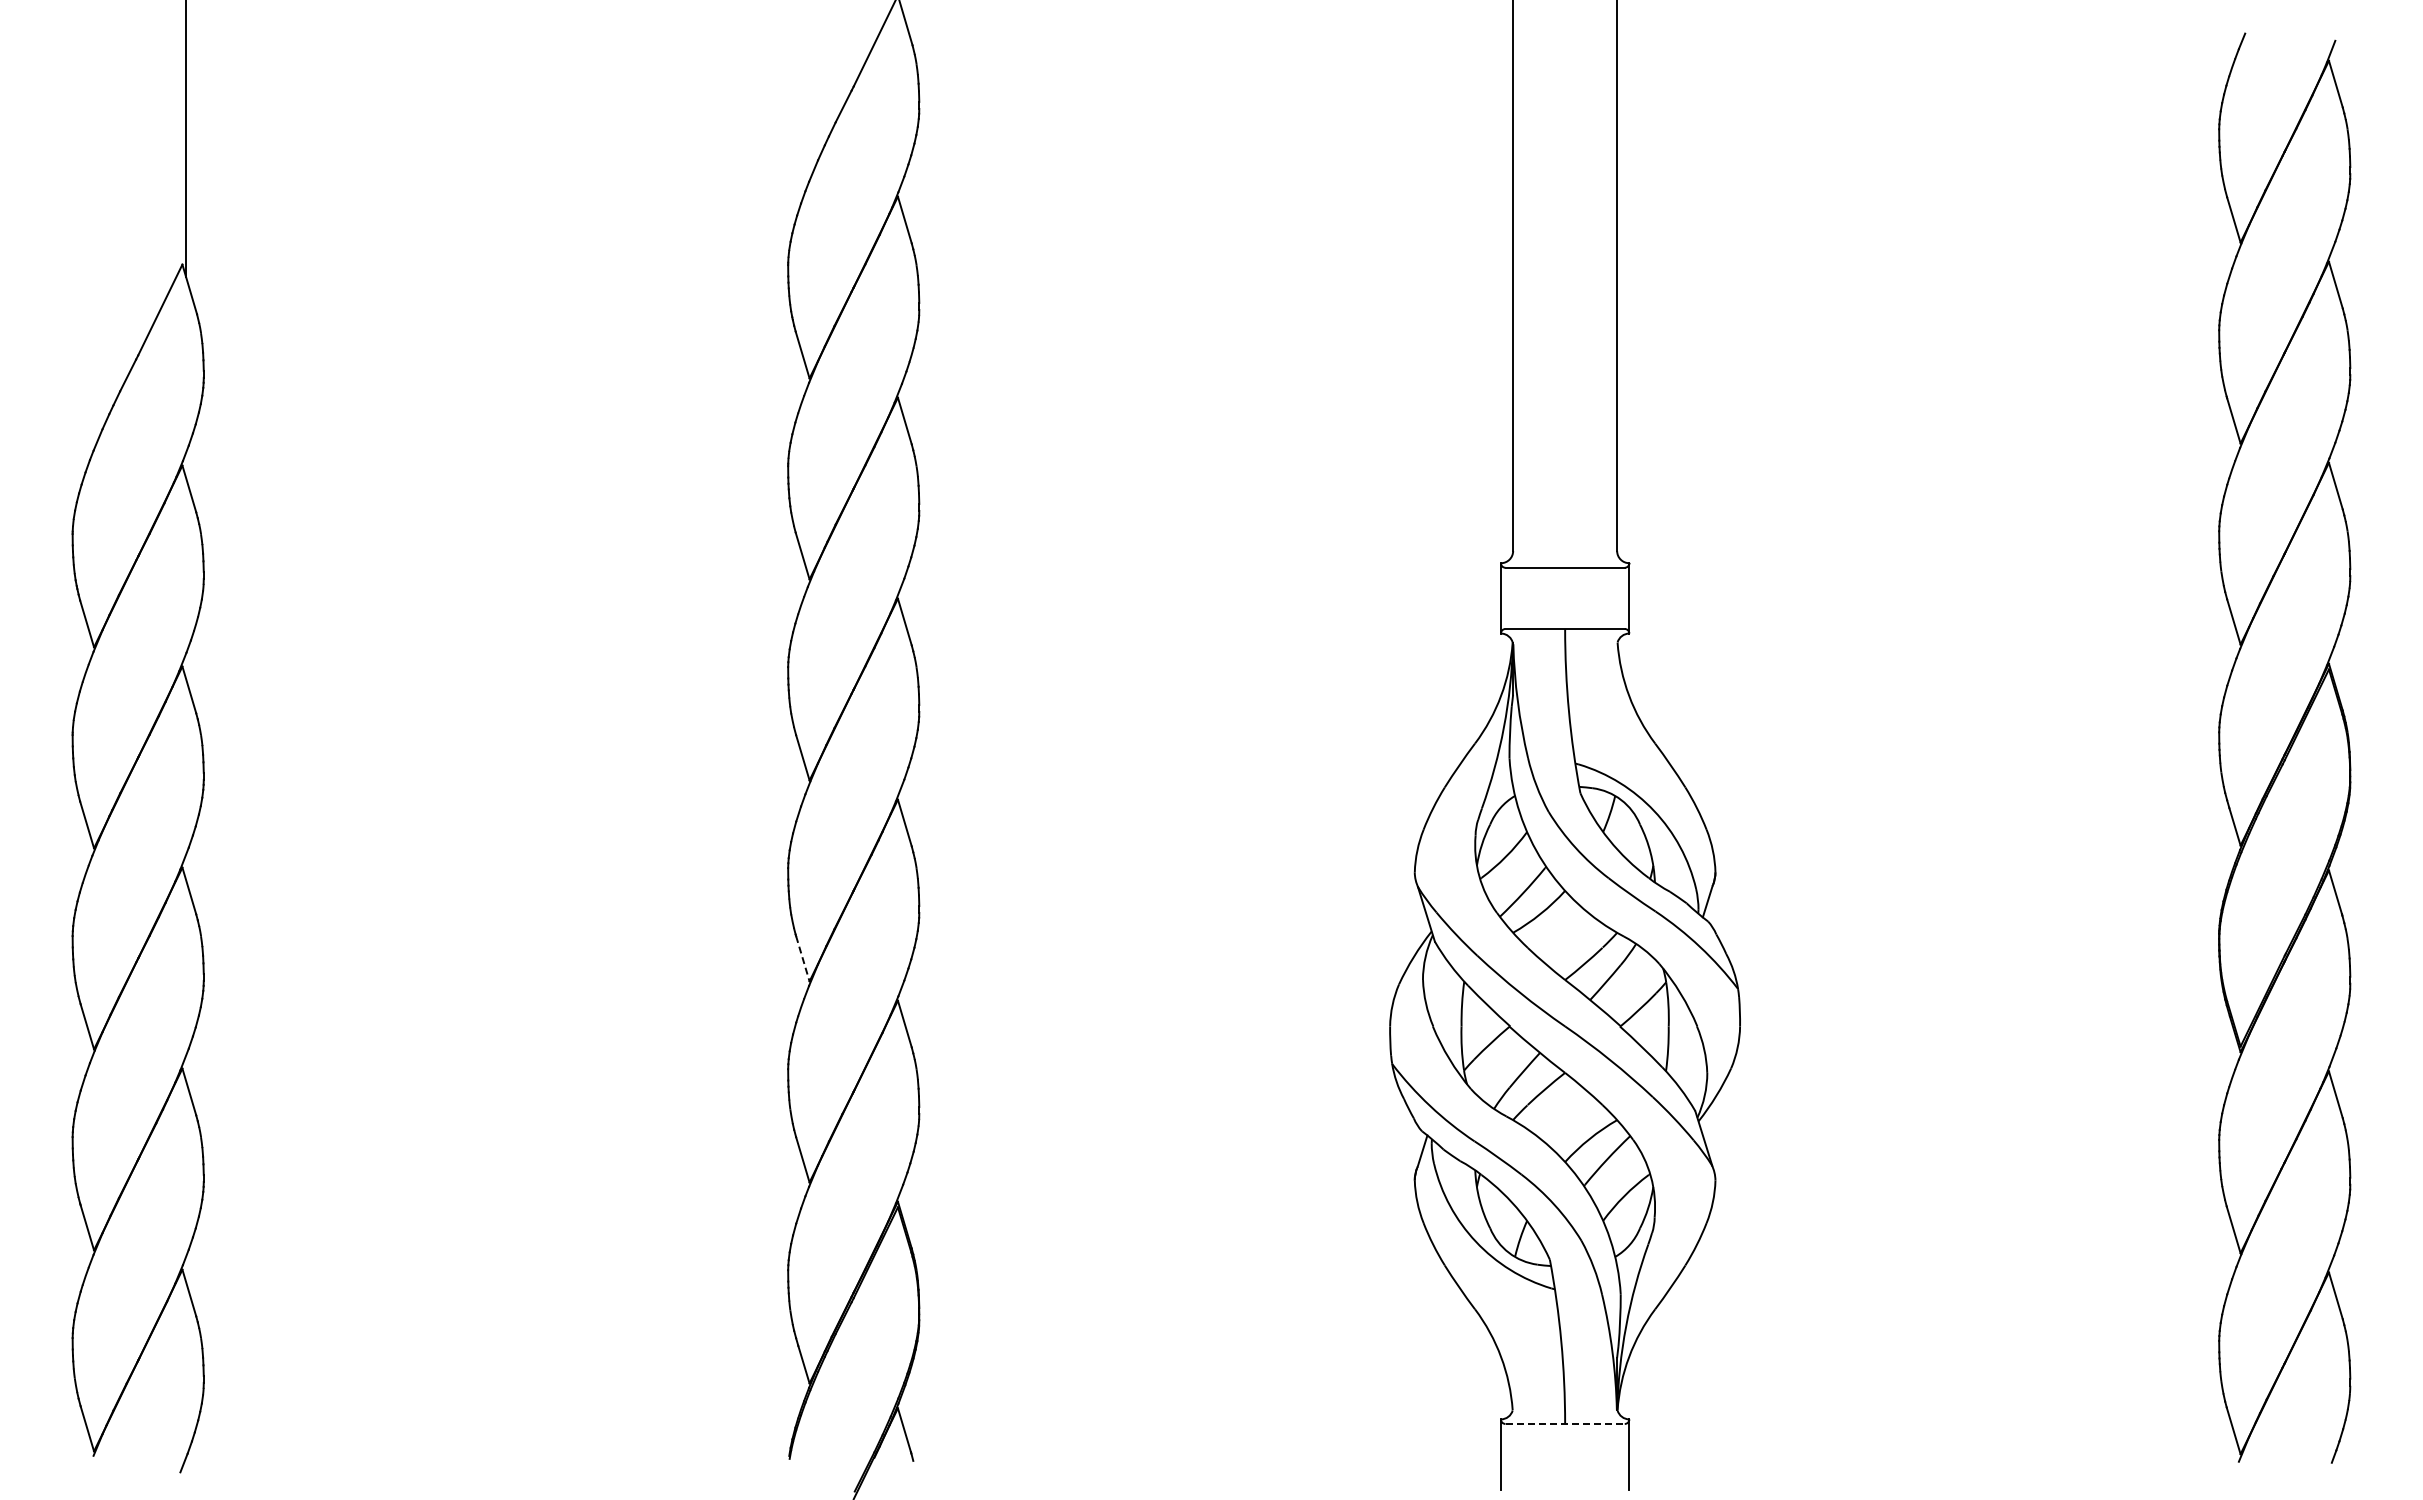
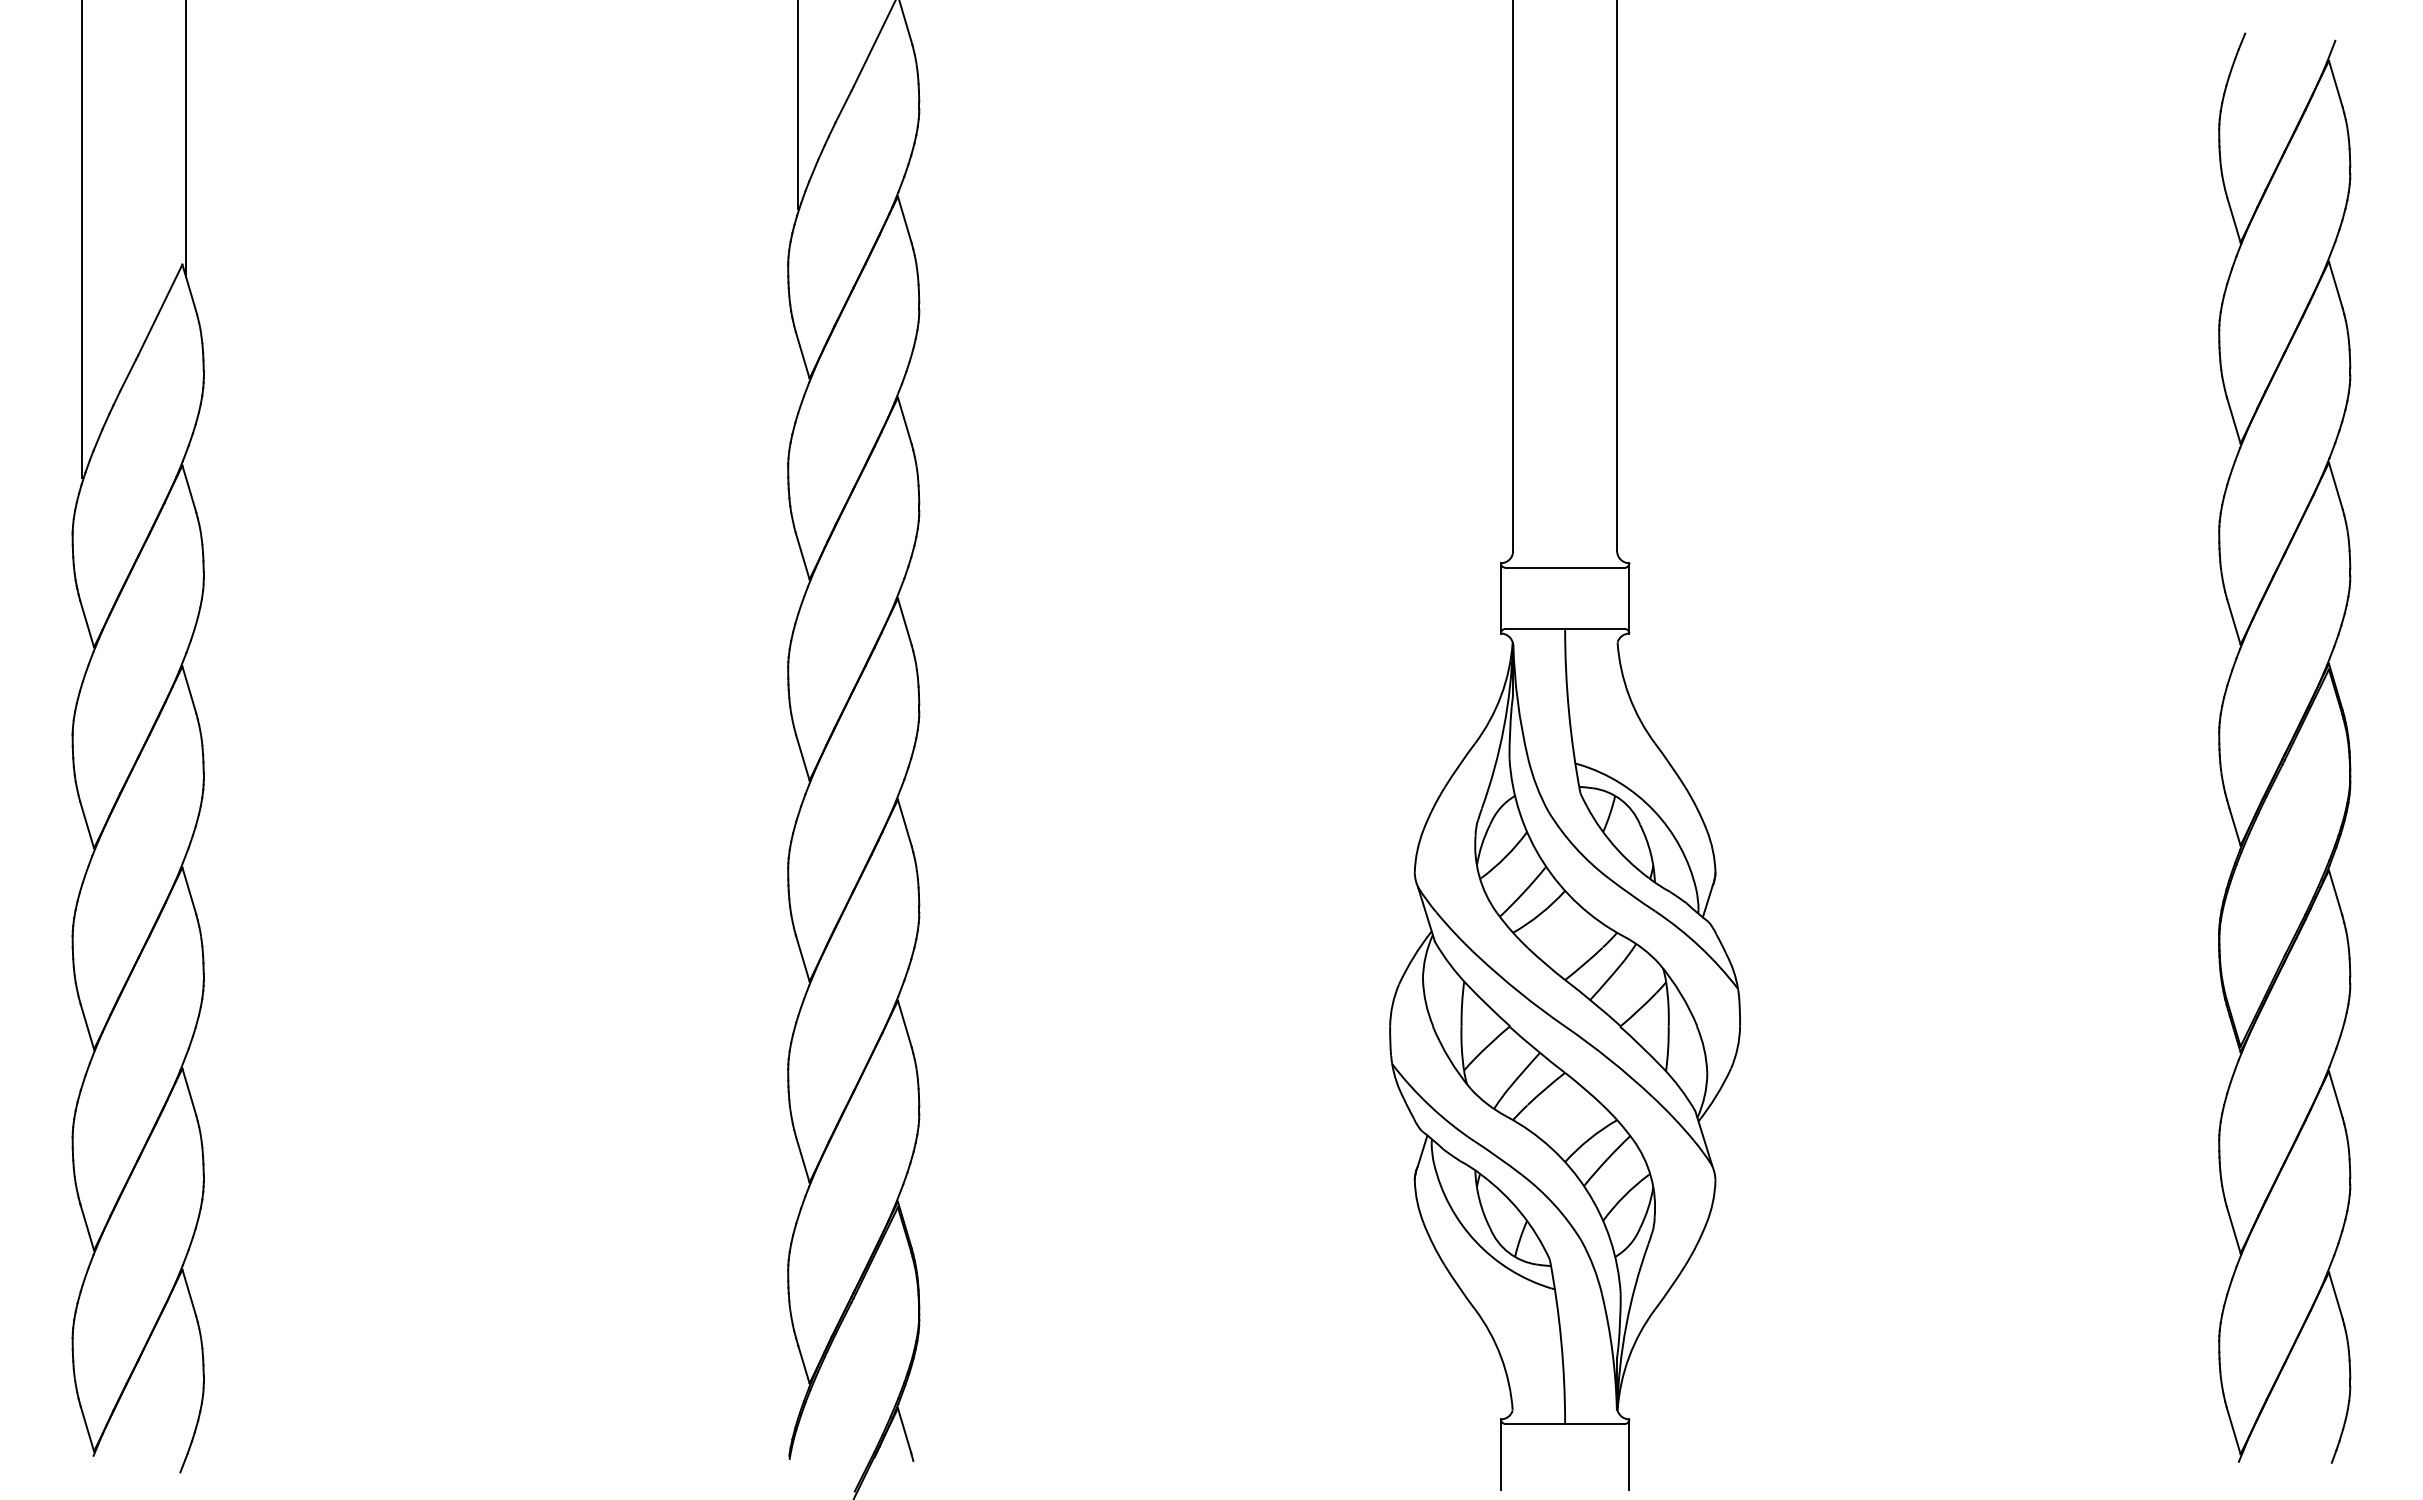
line at (797, 105): none -> present
line at (82, 240): none -> present
line at (802, 958): dashed -> solid
line at (1565, 1423): dashed -> solid
